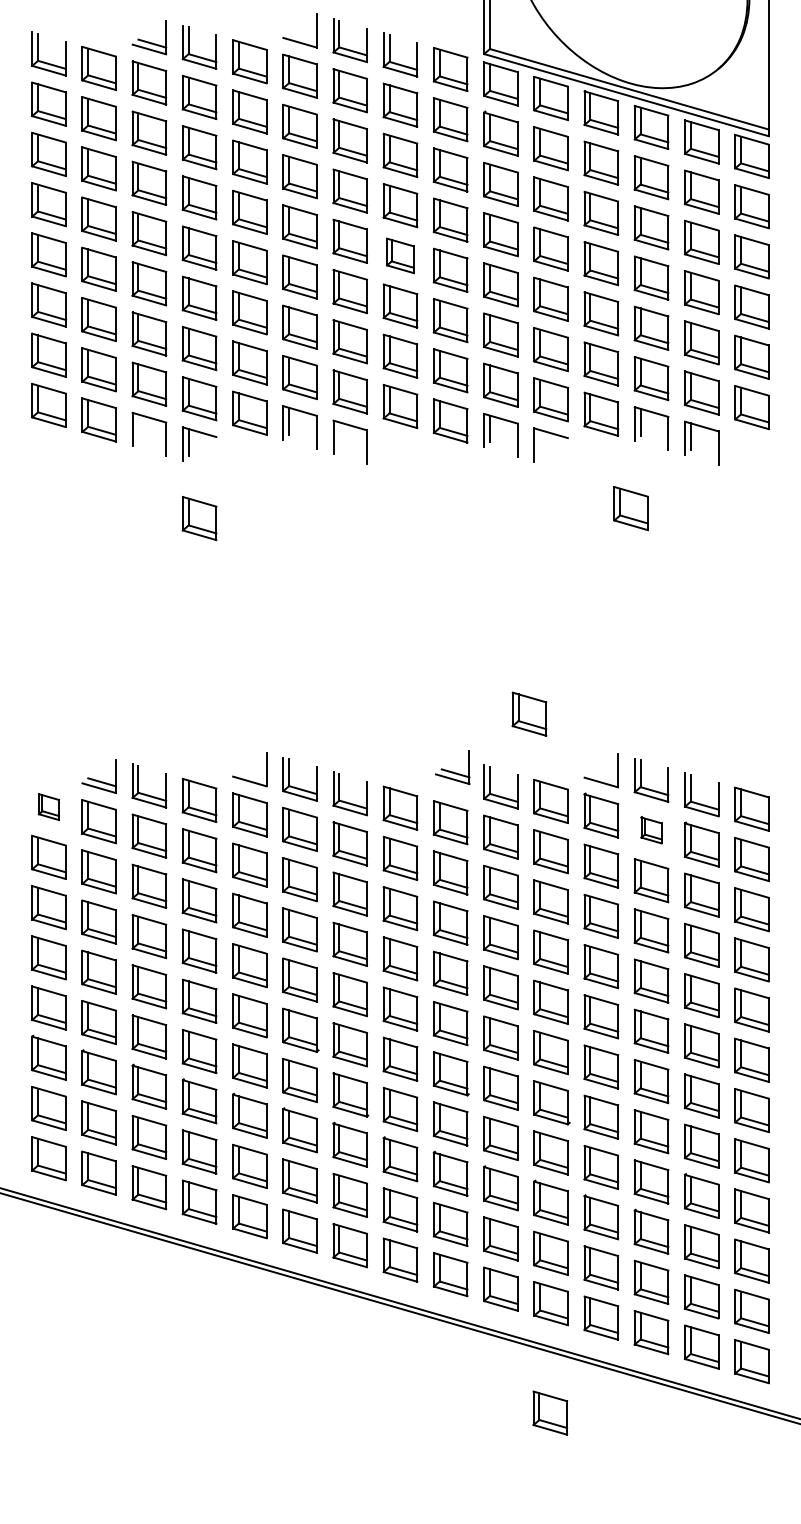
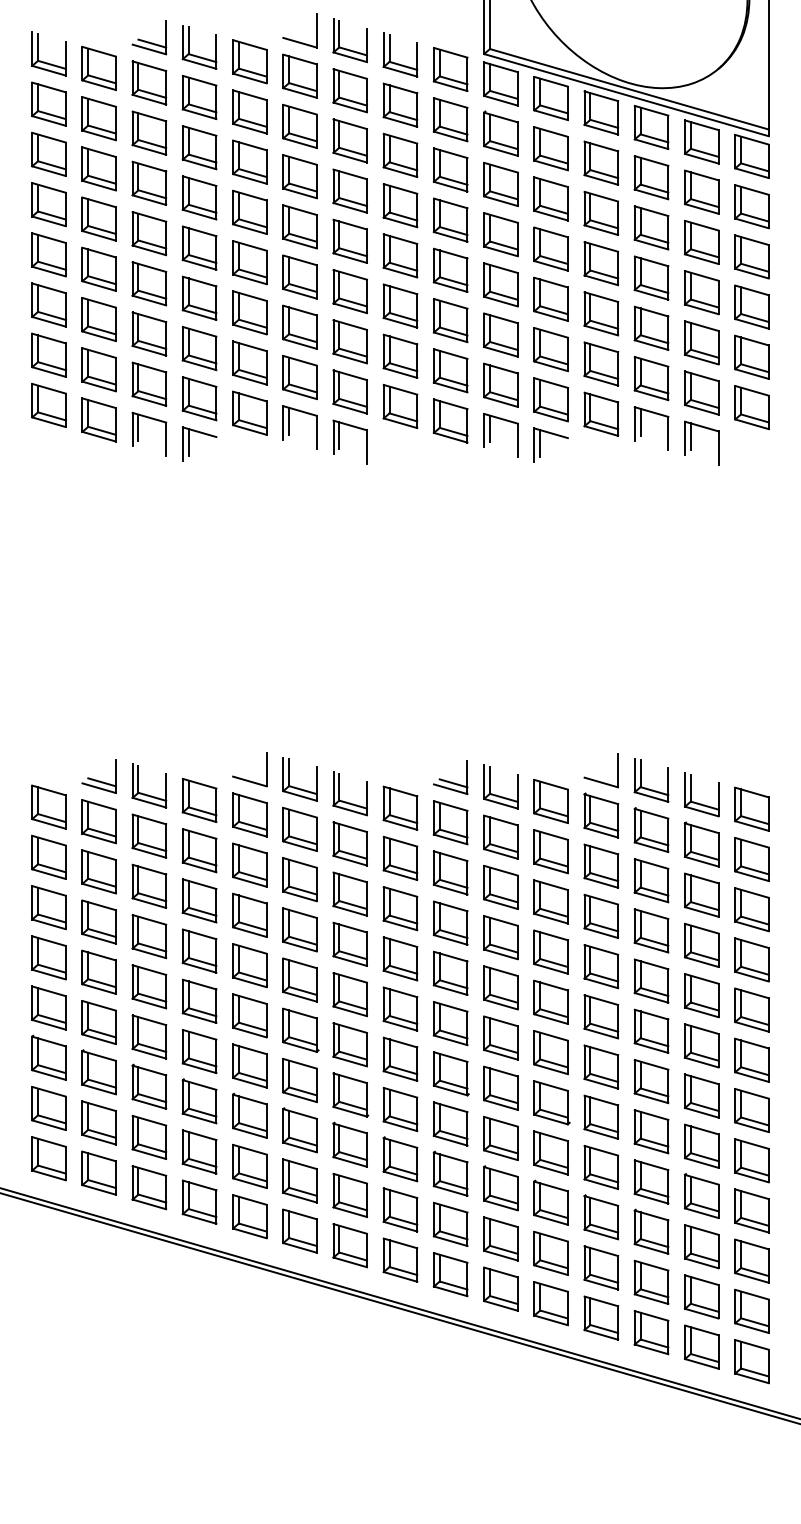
part at (400, 255) size: 29x38 px -> 37x46 px
line at (138, 427): none -> present
line at (339, 435): none -> present
line at (540, 443): none -> present
part at (630, 508): present -> none
part at (199, 518): present -> none
part at (529, 713): present -> none
part at (452, 767) position: (452, 767) -> (450, 777)
part at (48, 806) size: 23x28 px -> 36x46 px
part at (651, 830) size: 23x29 px -> 37x47 px
part at (550, 1412): present -> none
